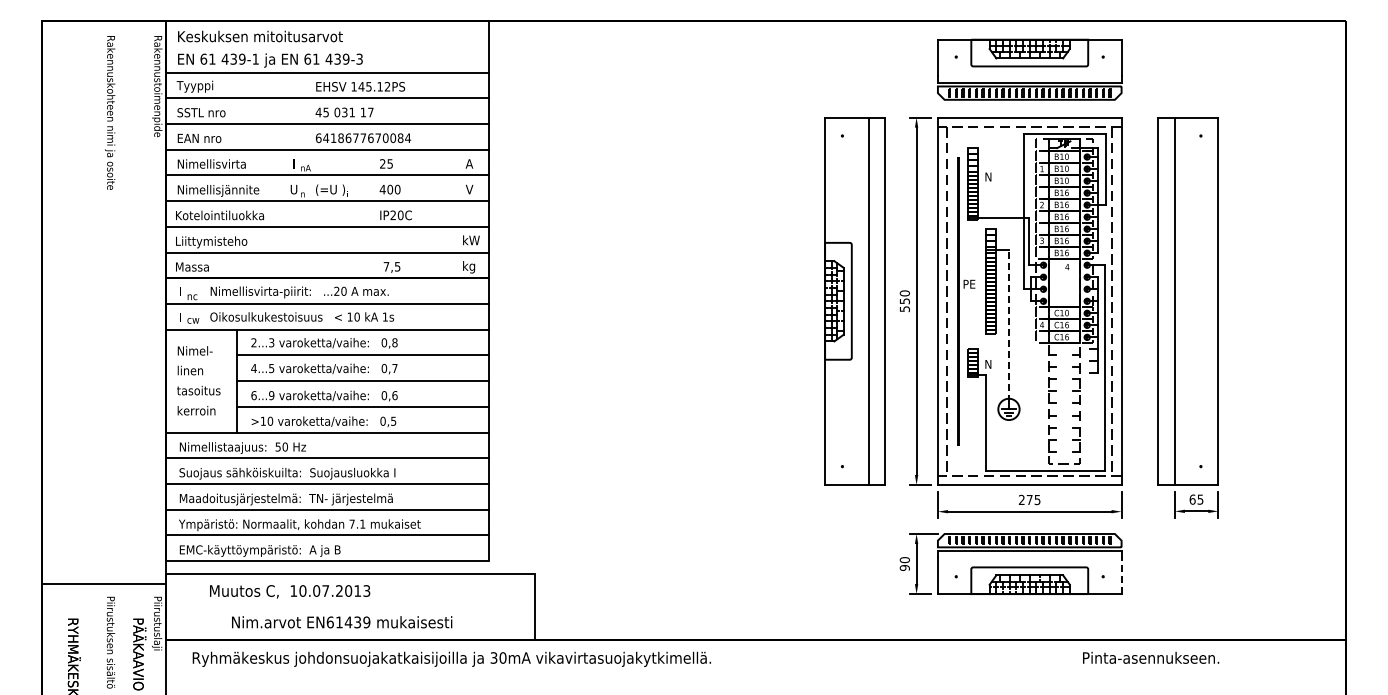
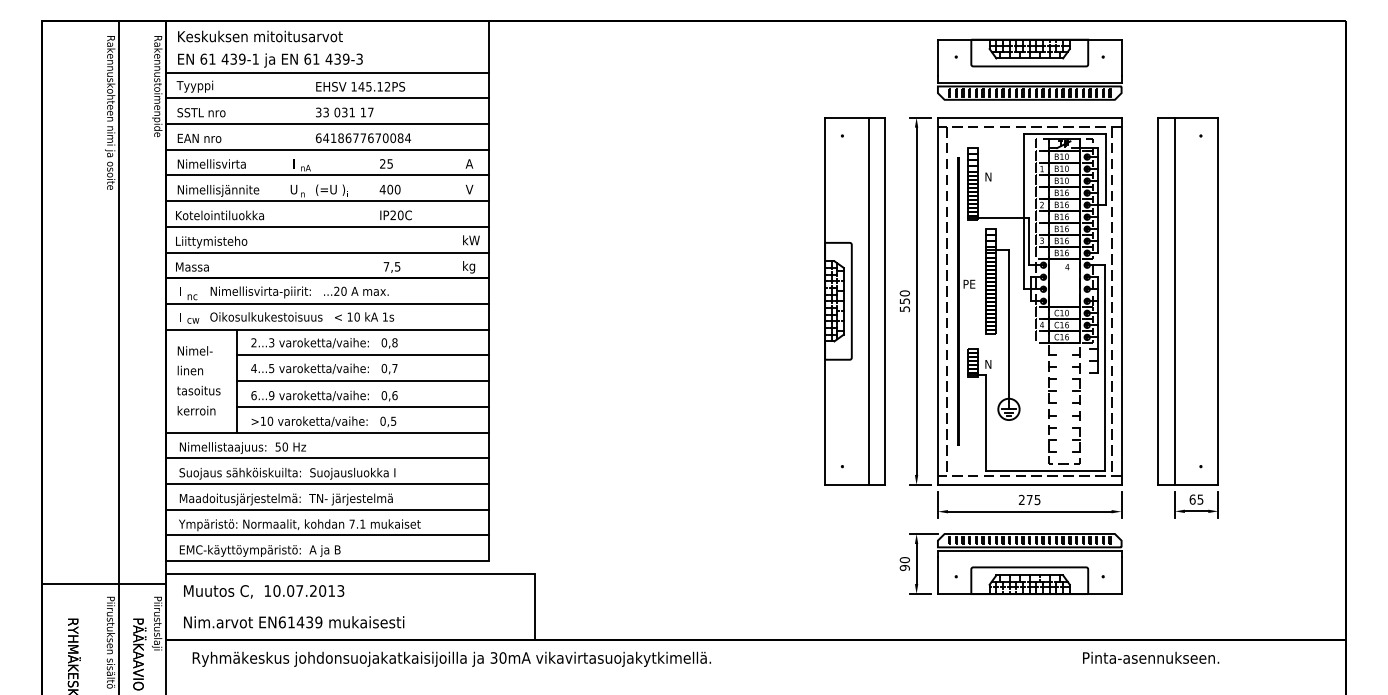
text at (321, 112): 45 -> 33
line at (1008, 326): dashed -> solid
line at (118, 356): none -> present
line at (1121, 575): dashed -> solid
text at (290, 591) position: (290, 591) -> (264, 591)
text at (342, 622) position: (342, 622) -> (294, 622)
